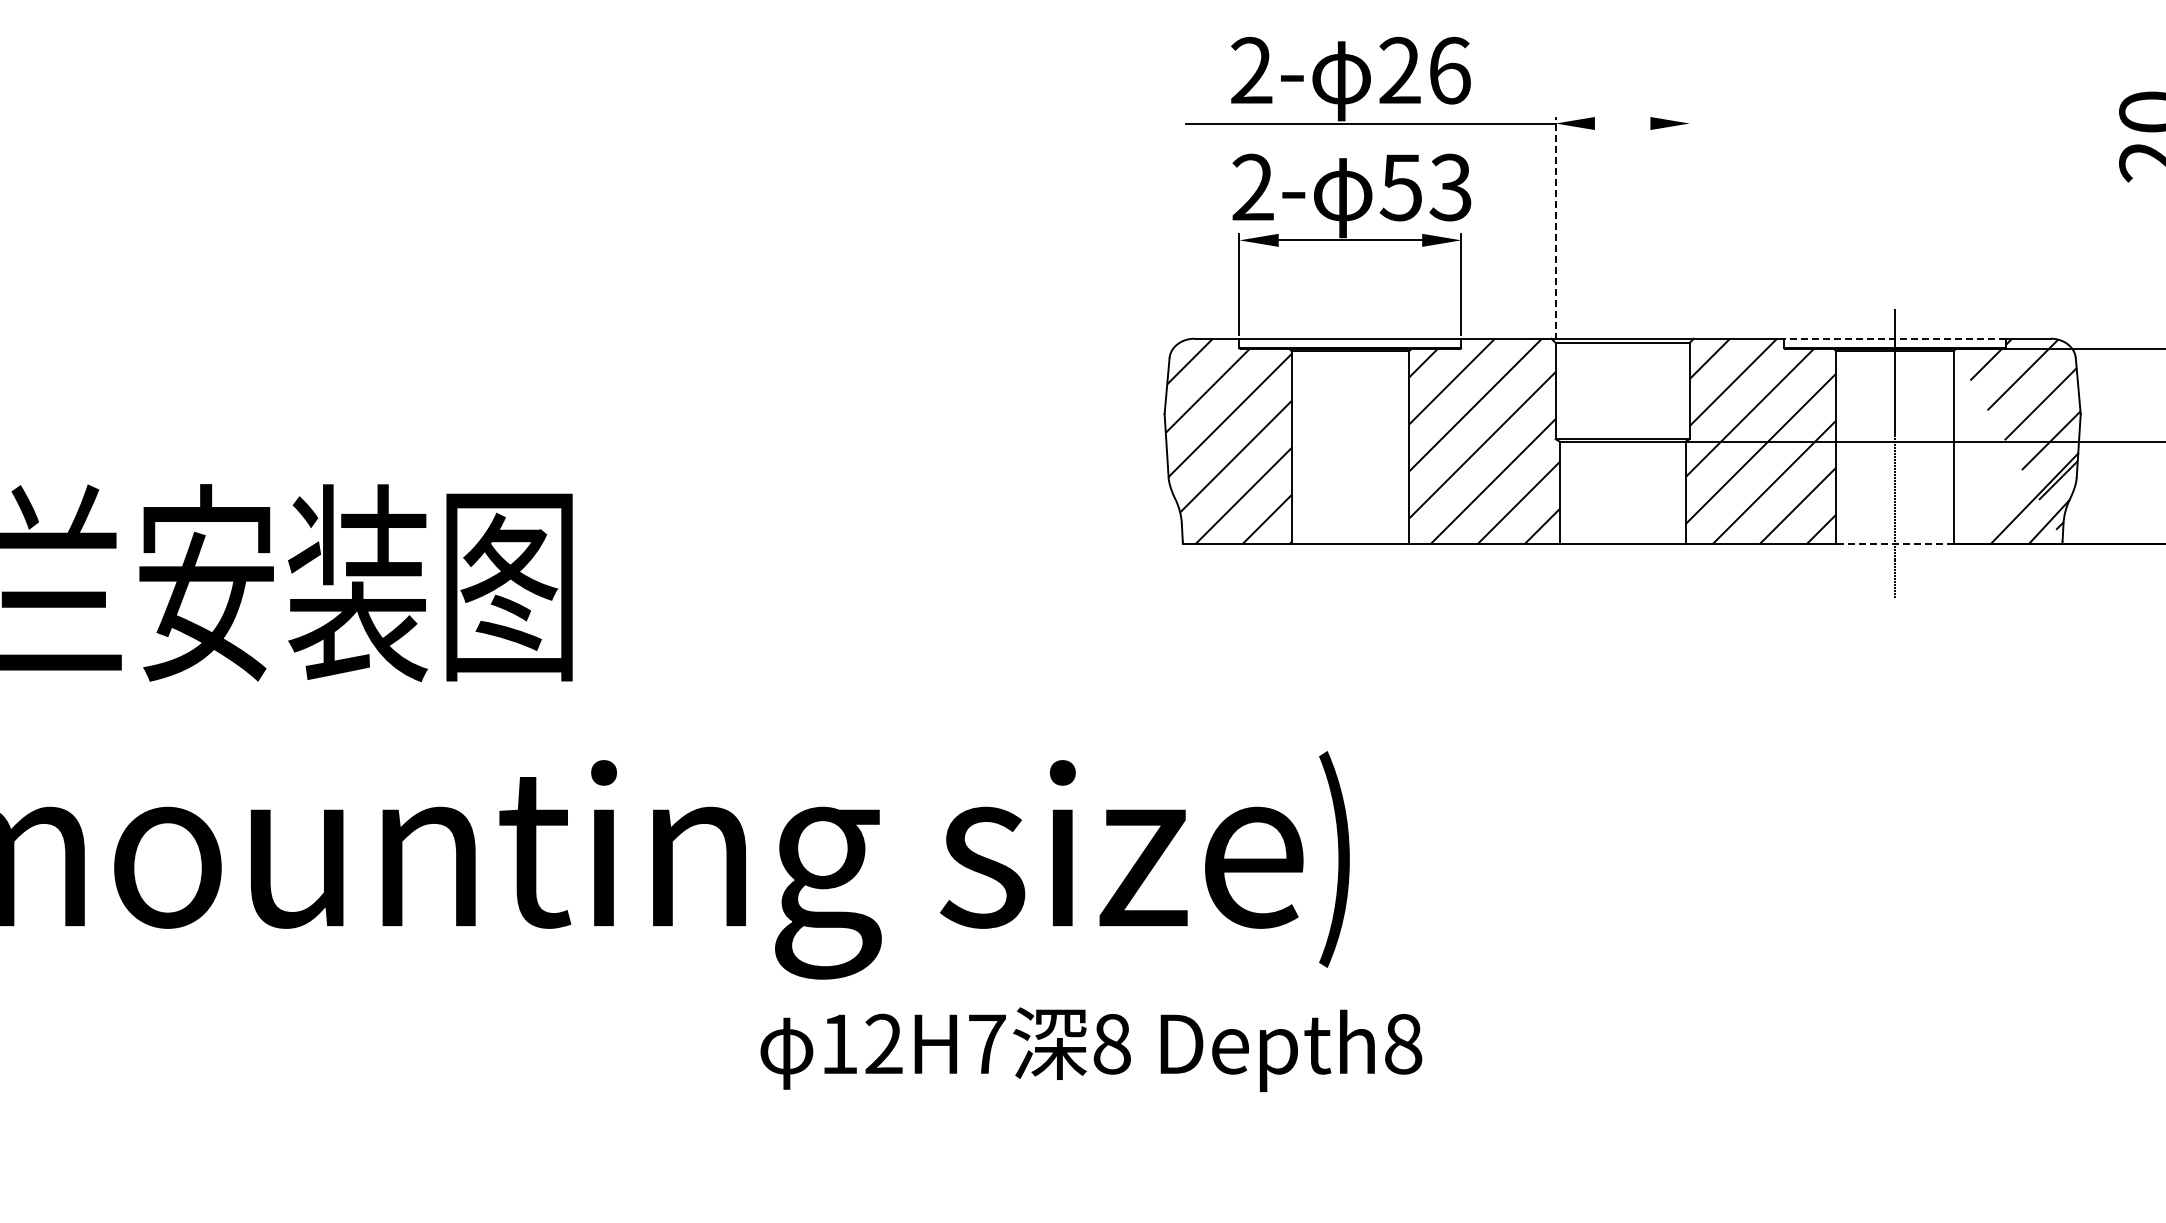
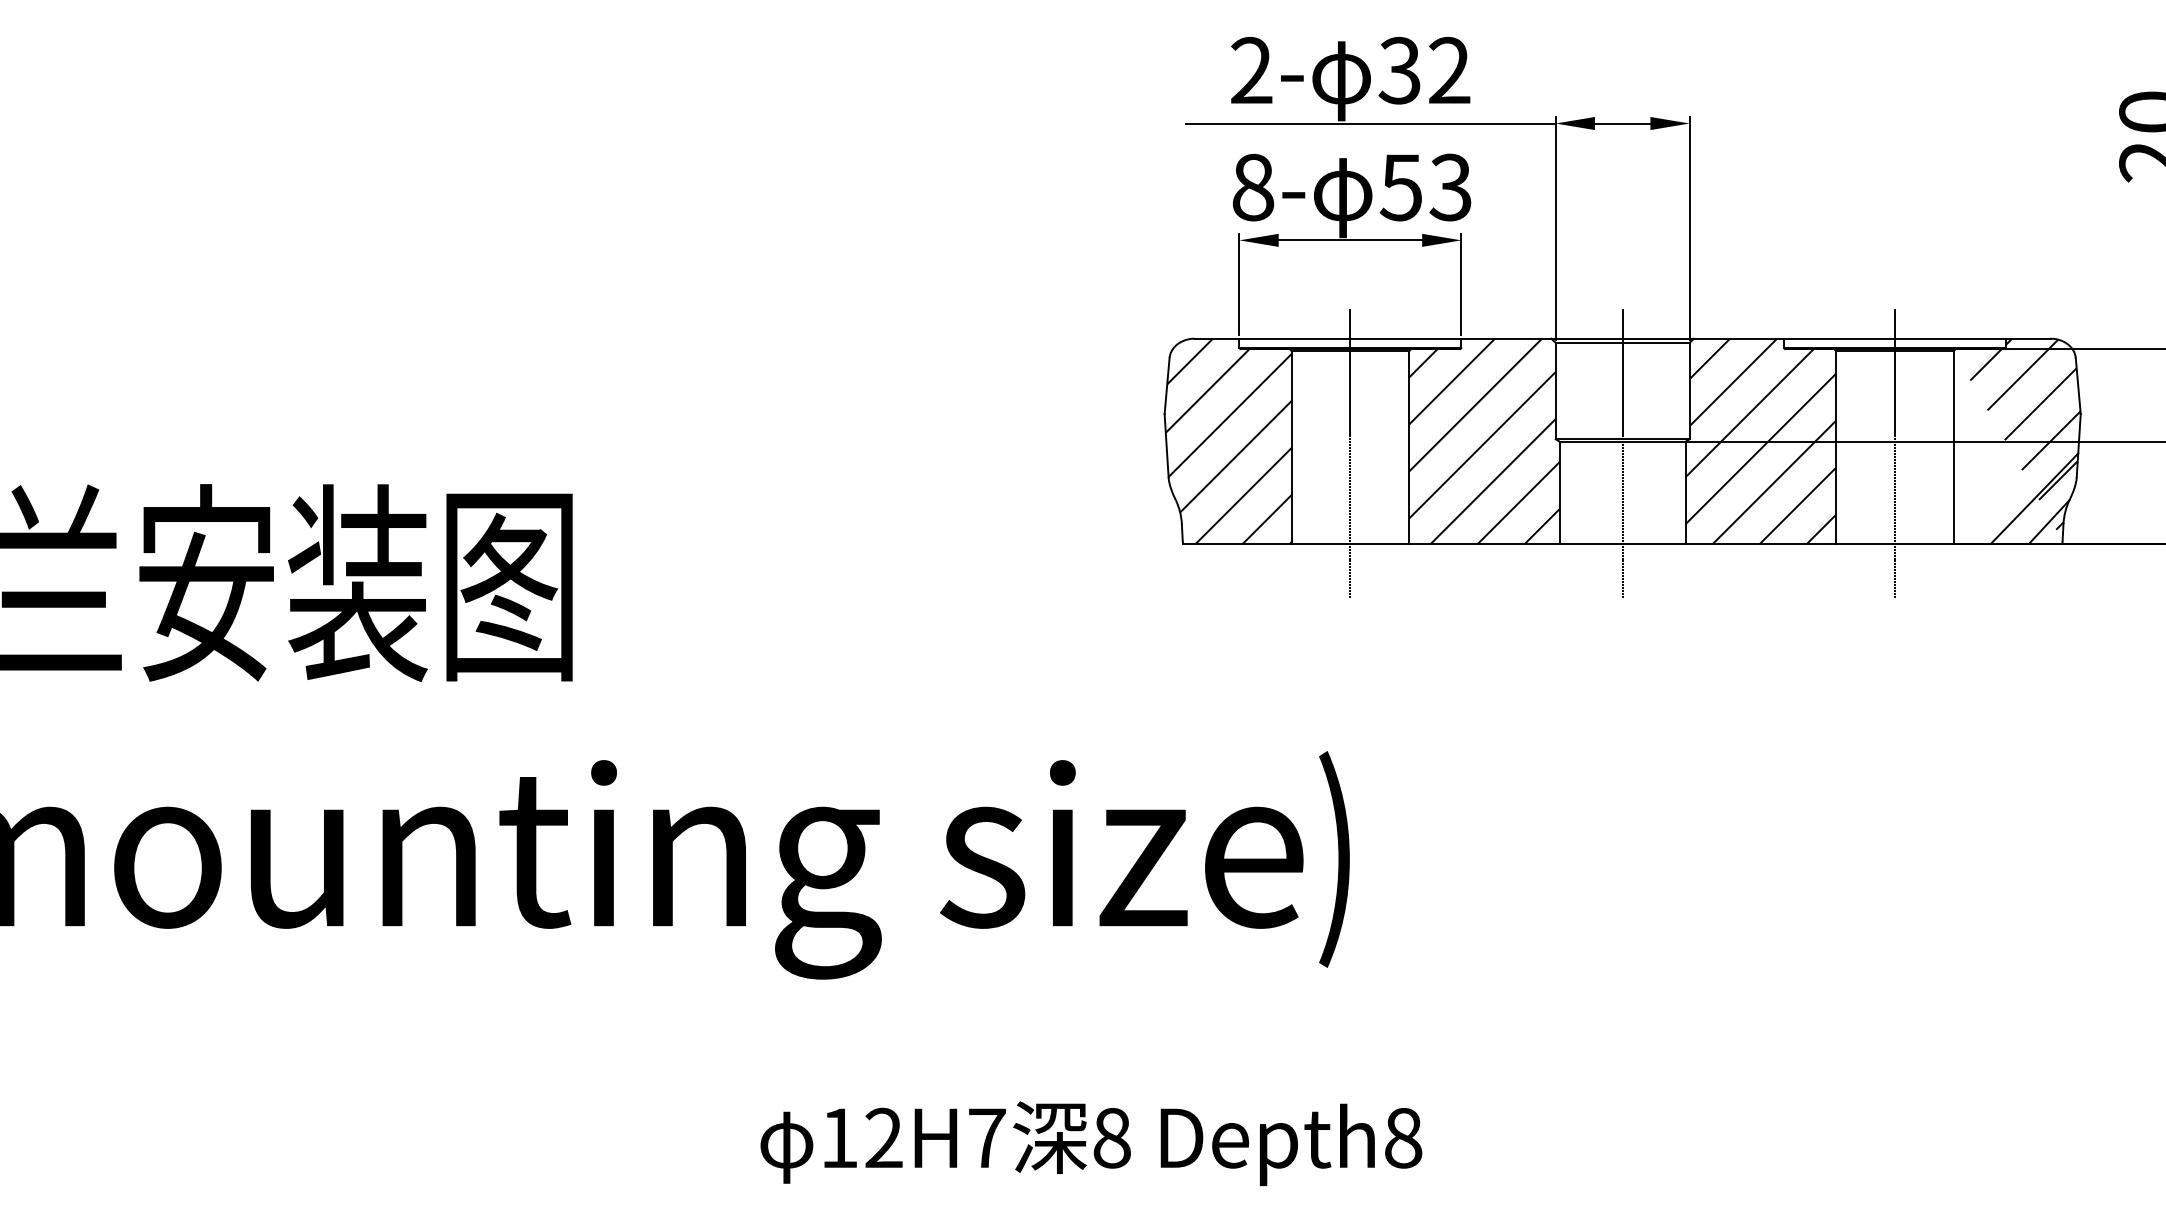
text at (1424, 70): 26 -> 32
line at (1622, 123): none -> present
text at (1253, 187): 2- -> 8-
line at (1555, 227): dashed -> solid
line at (1689, 227): none -> present
line at (1894, 338): dashed -> solid
line at (1350, 453): none -> present
line at (1622, 453): none -> present
line at (1894, 543): dashed -> solid
text at (1091, 1049) position: (1091, 1049) -> (1091, 1143)
